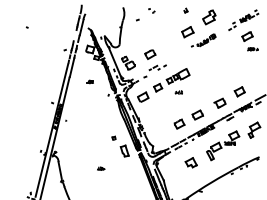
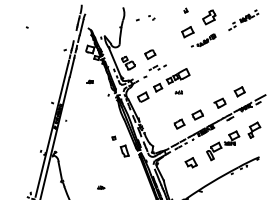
part at (151, 10) position: (151, 10) -> (151, 17)
part at (249, 41): present -> none
part at (101, 168) position: (101, 168) -> (101, 187)
